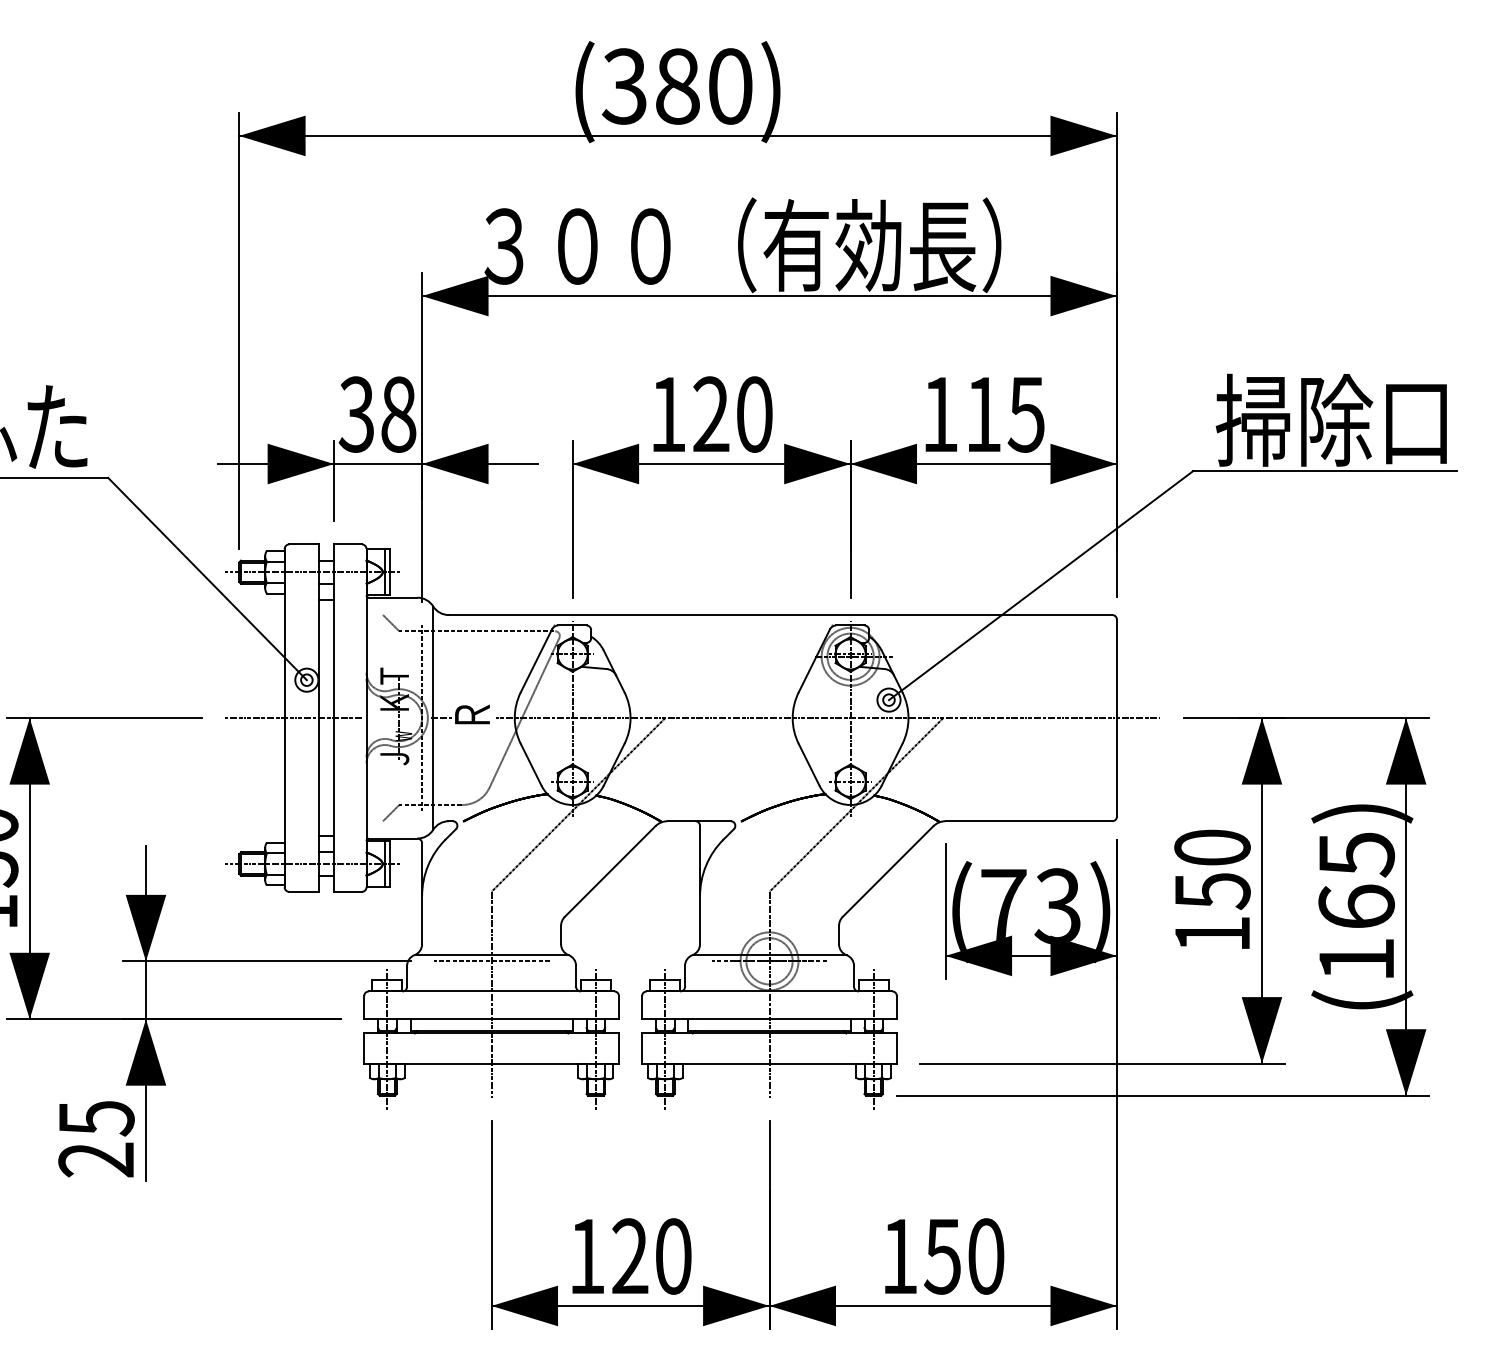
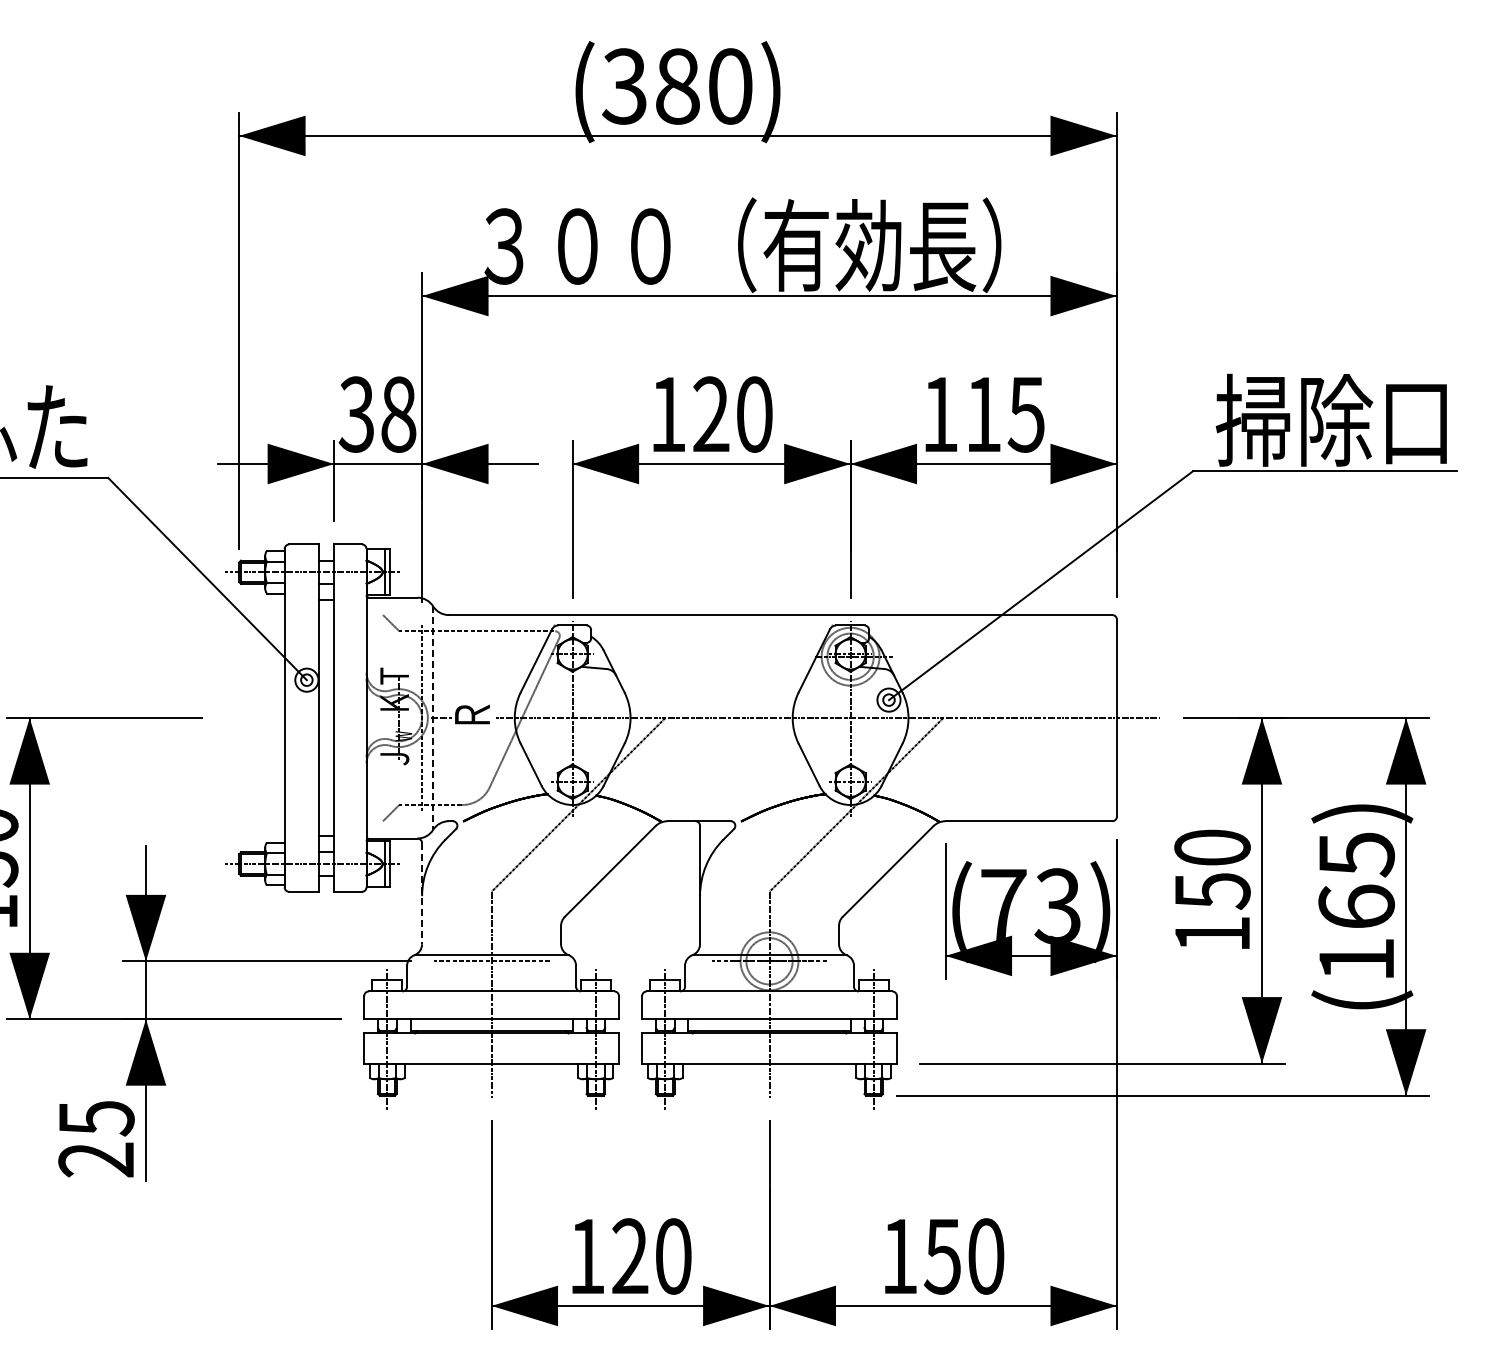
line at (294, 718): present -> none
line at (433, 718): solid -> dashed
line at (422, 893): solid -> dashed
